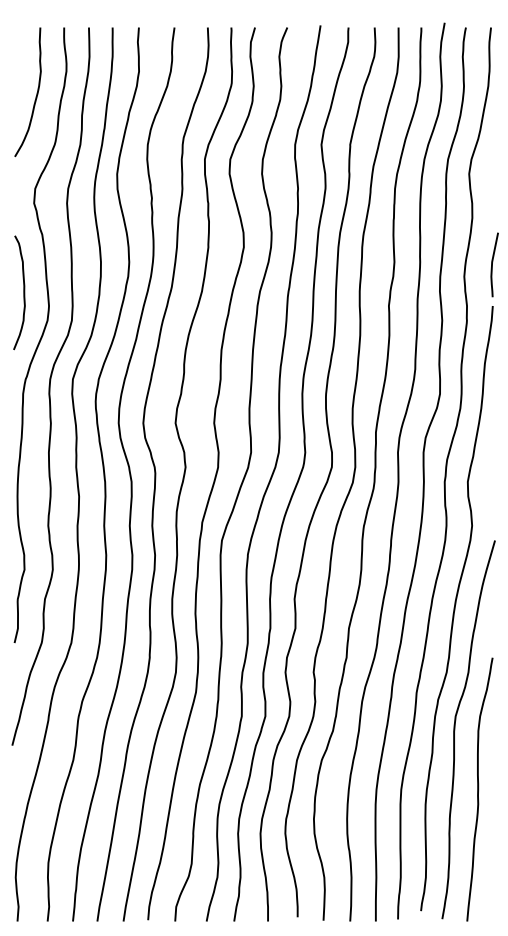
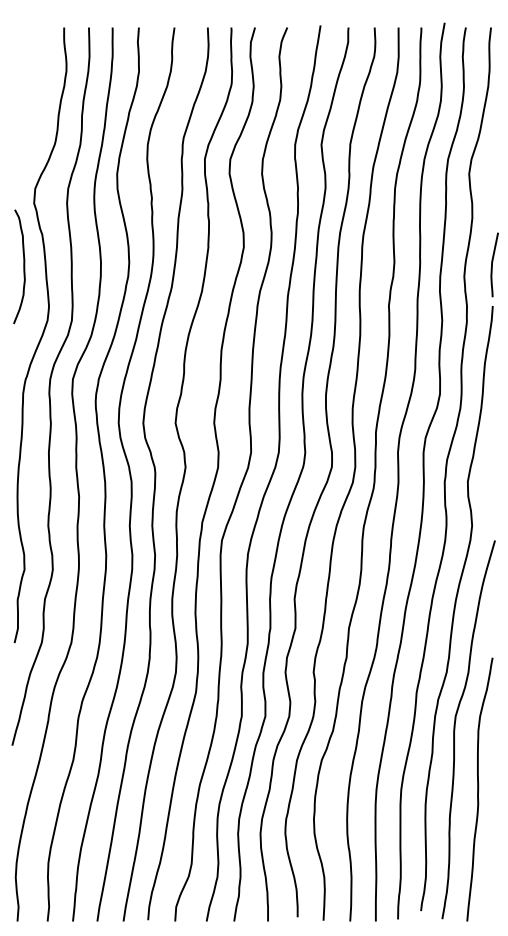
curve at (35, 96): present -> none
curve at (23, 292) position: (23, 292) -> (23, 266)
